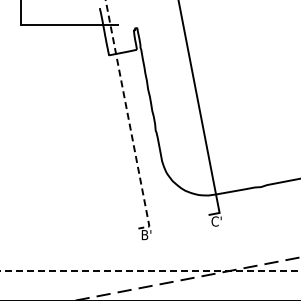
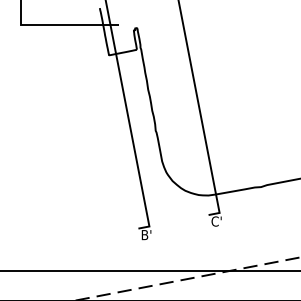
line at (128, 120): dashed -> solid
line at (150, 270): dashed -> solid
